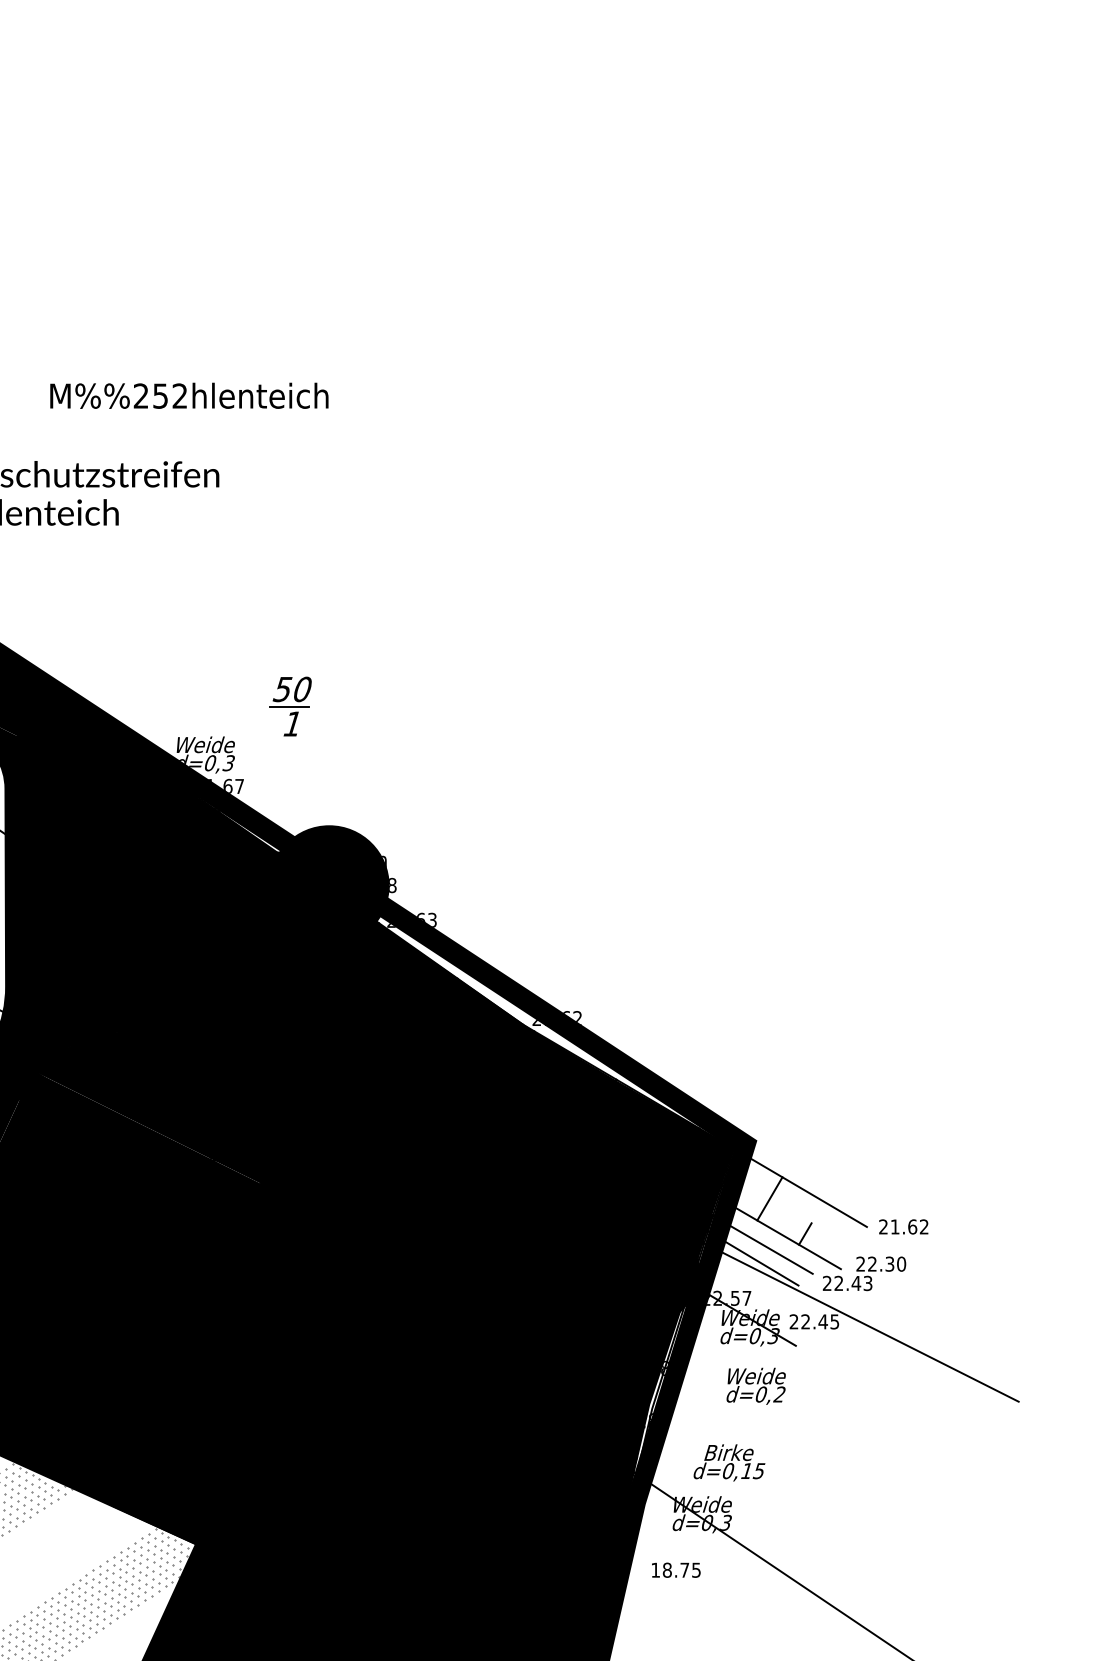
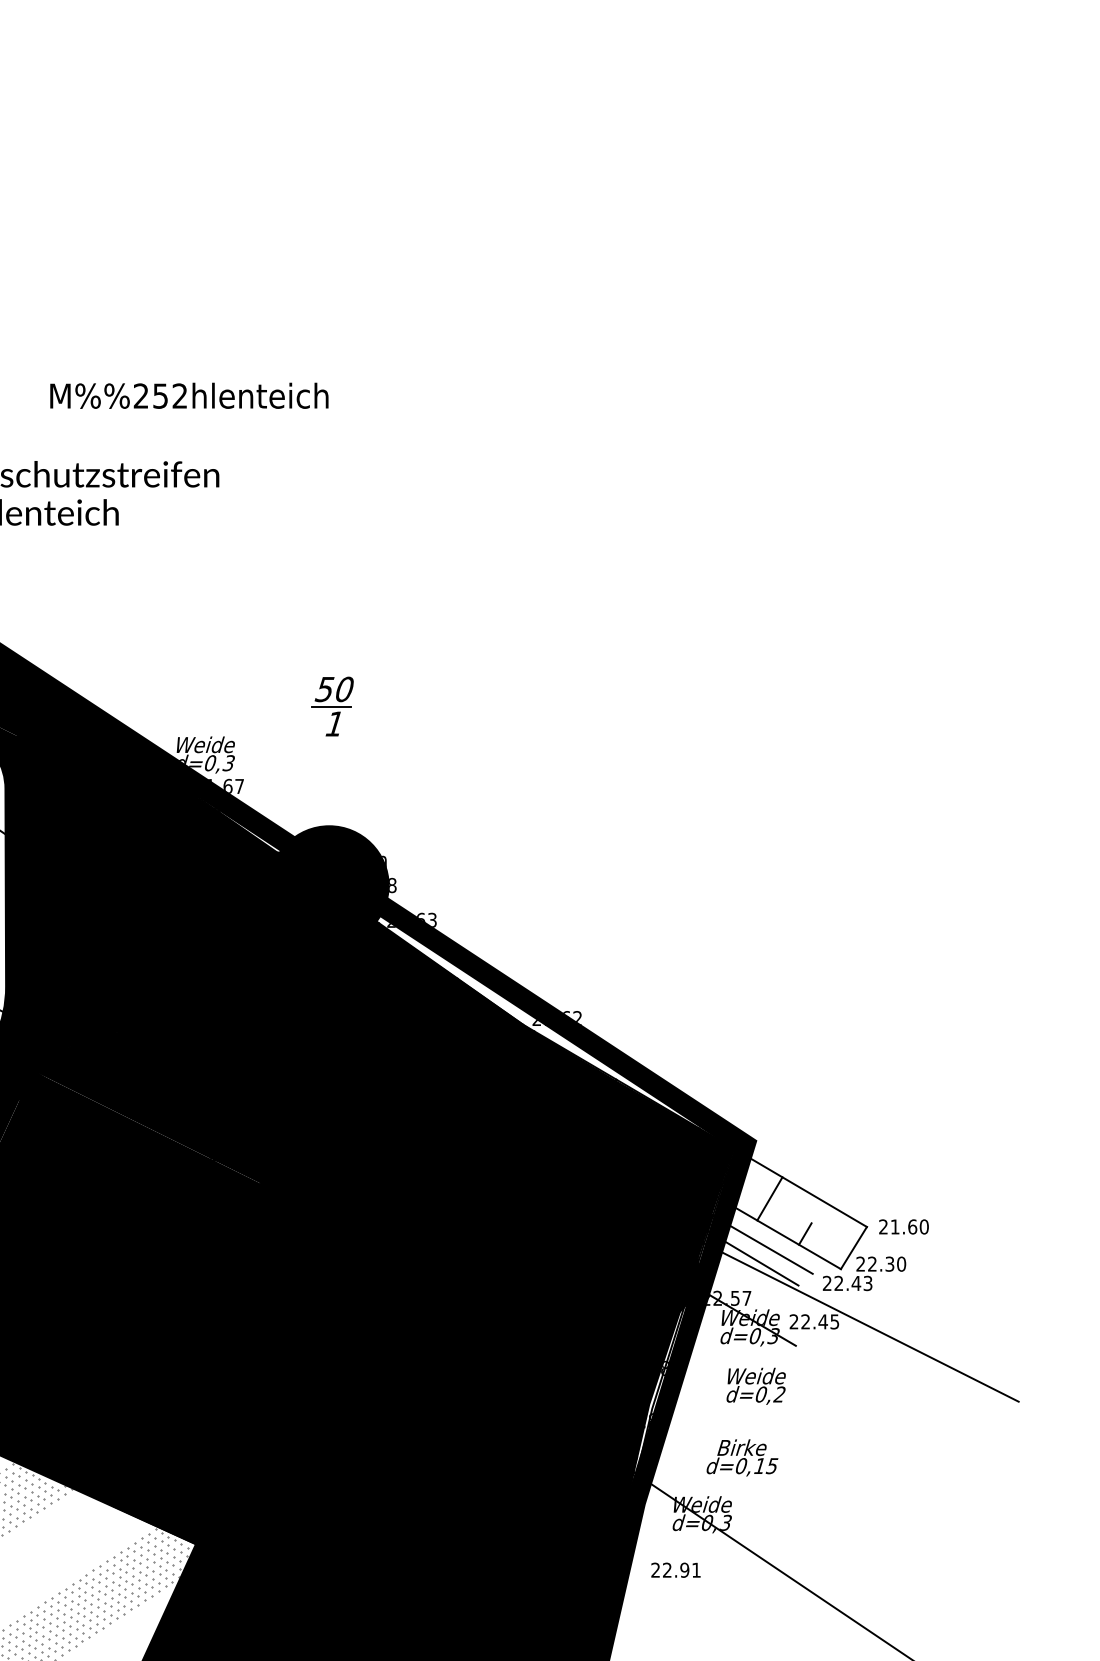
part at (290, 706) position: (290, 706) -> (332, 706)
text at (923, 1226): 21.62 -> 21.60
line at (853, 1247): none -> present
text at (729, 1462) position: (729, 1462) -> (742, 1457)
text at (675, 1569): 18.75 -> 22.91
